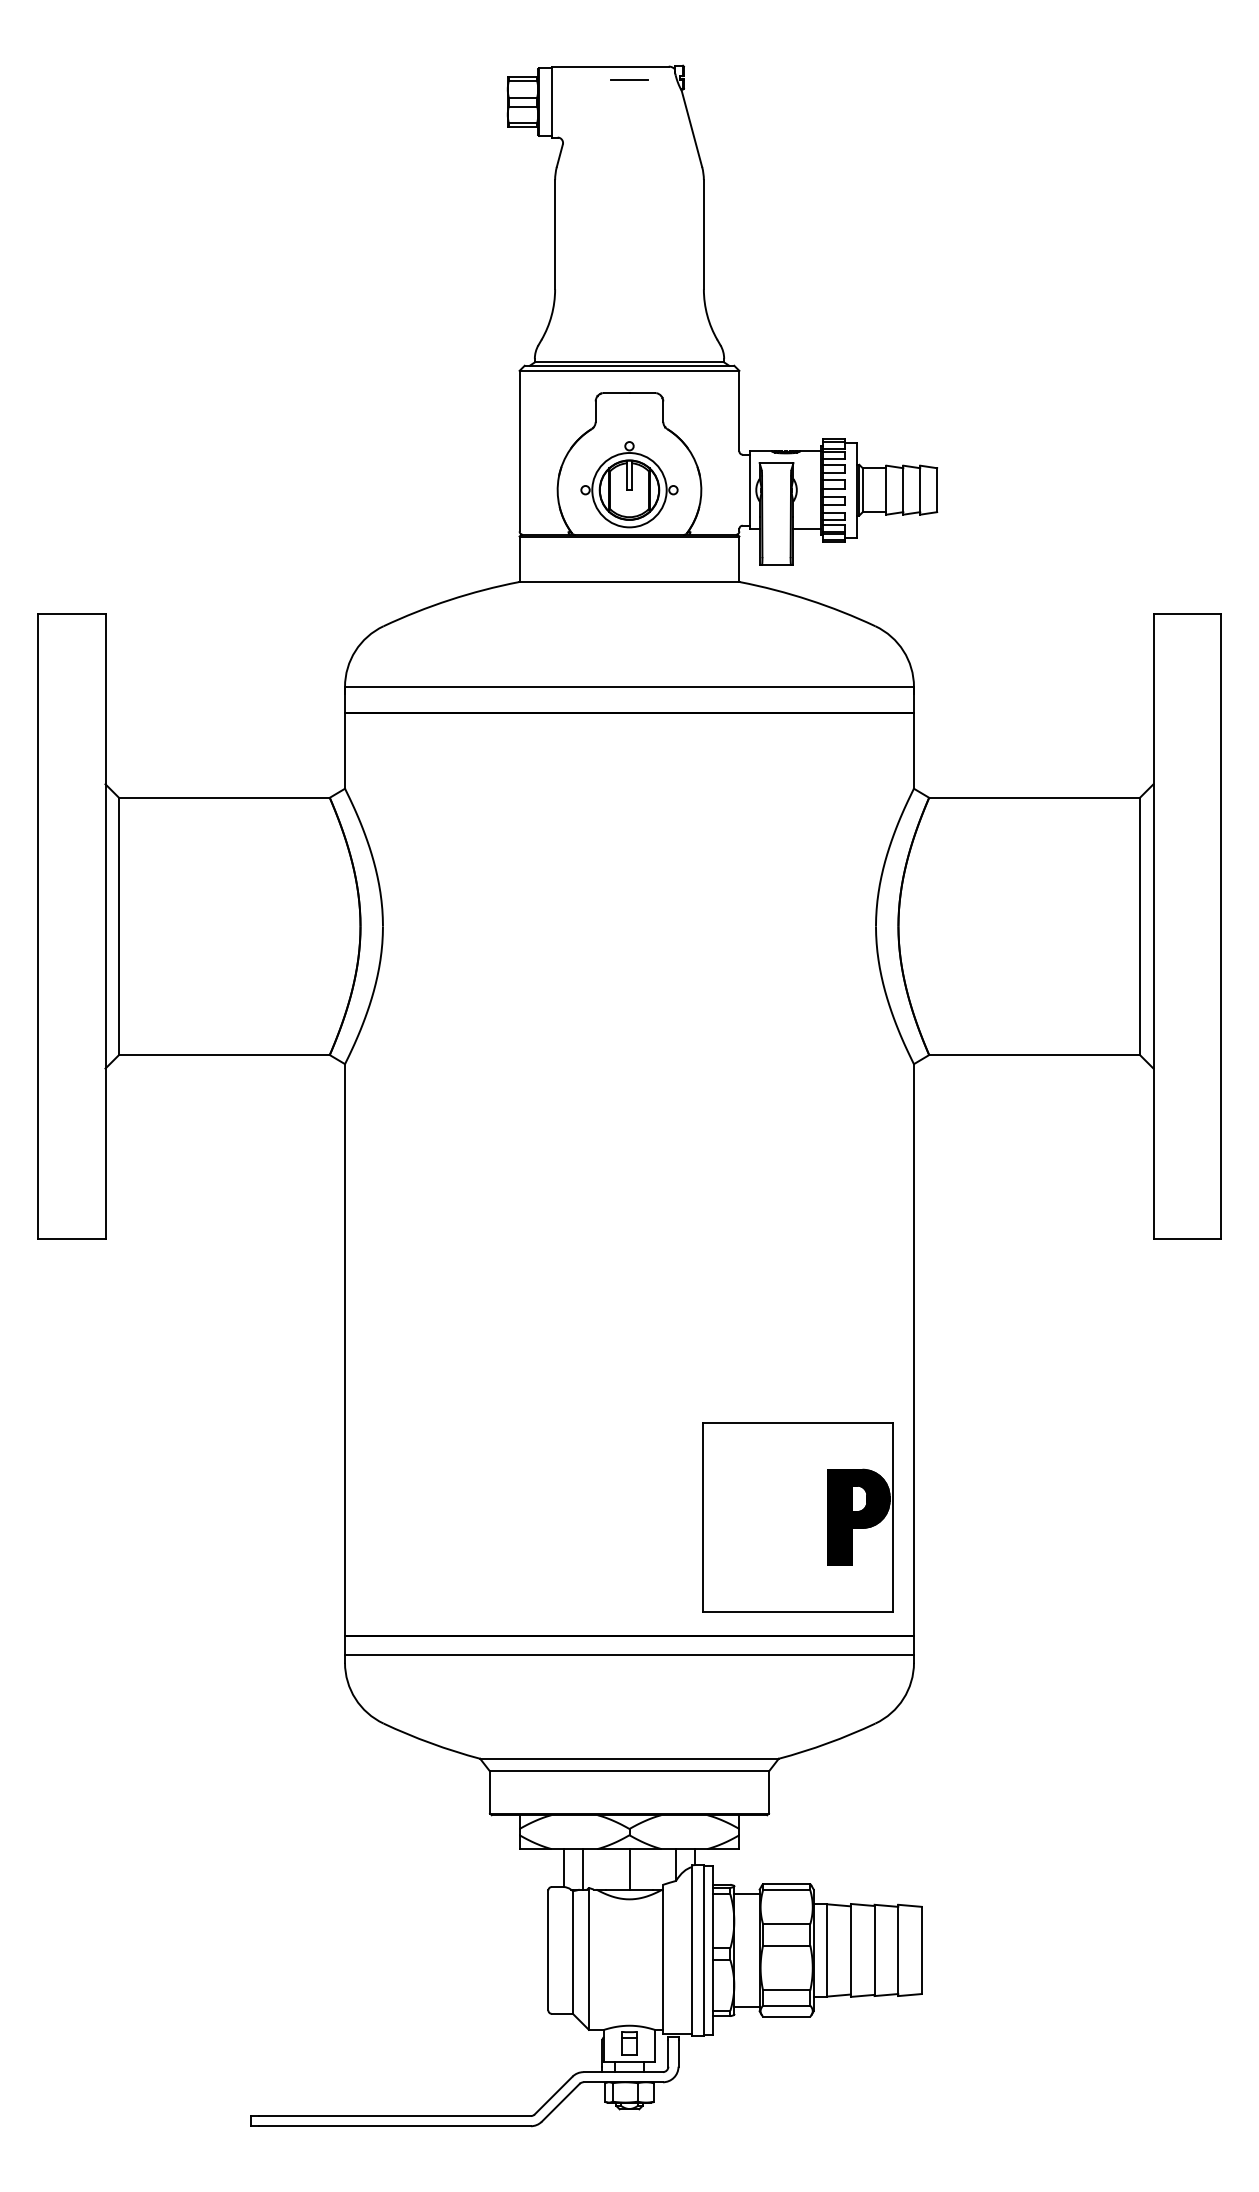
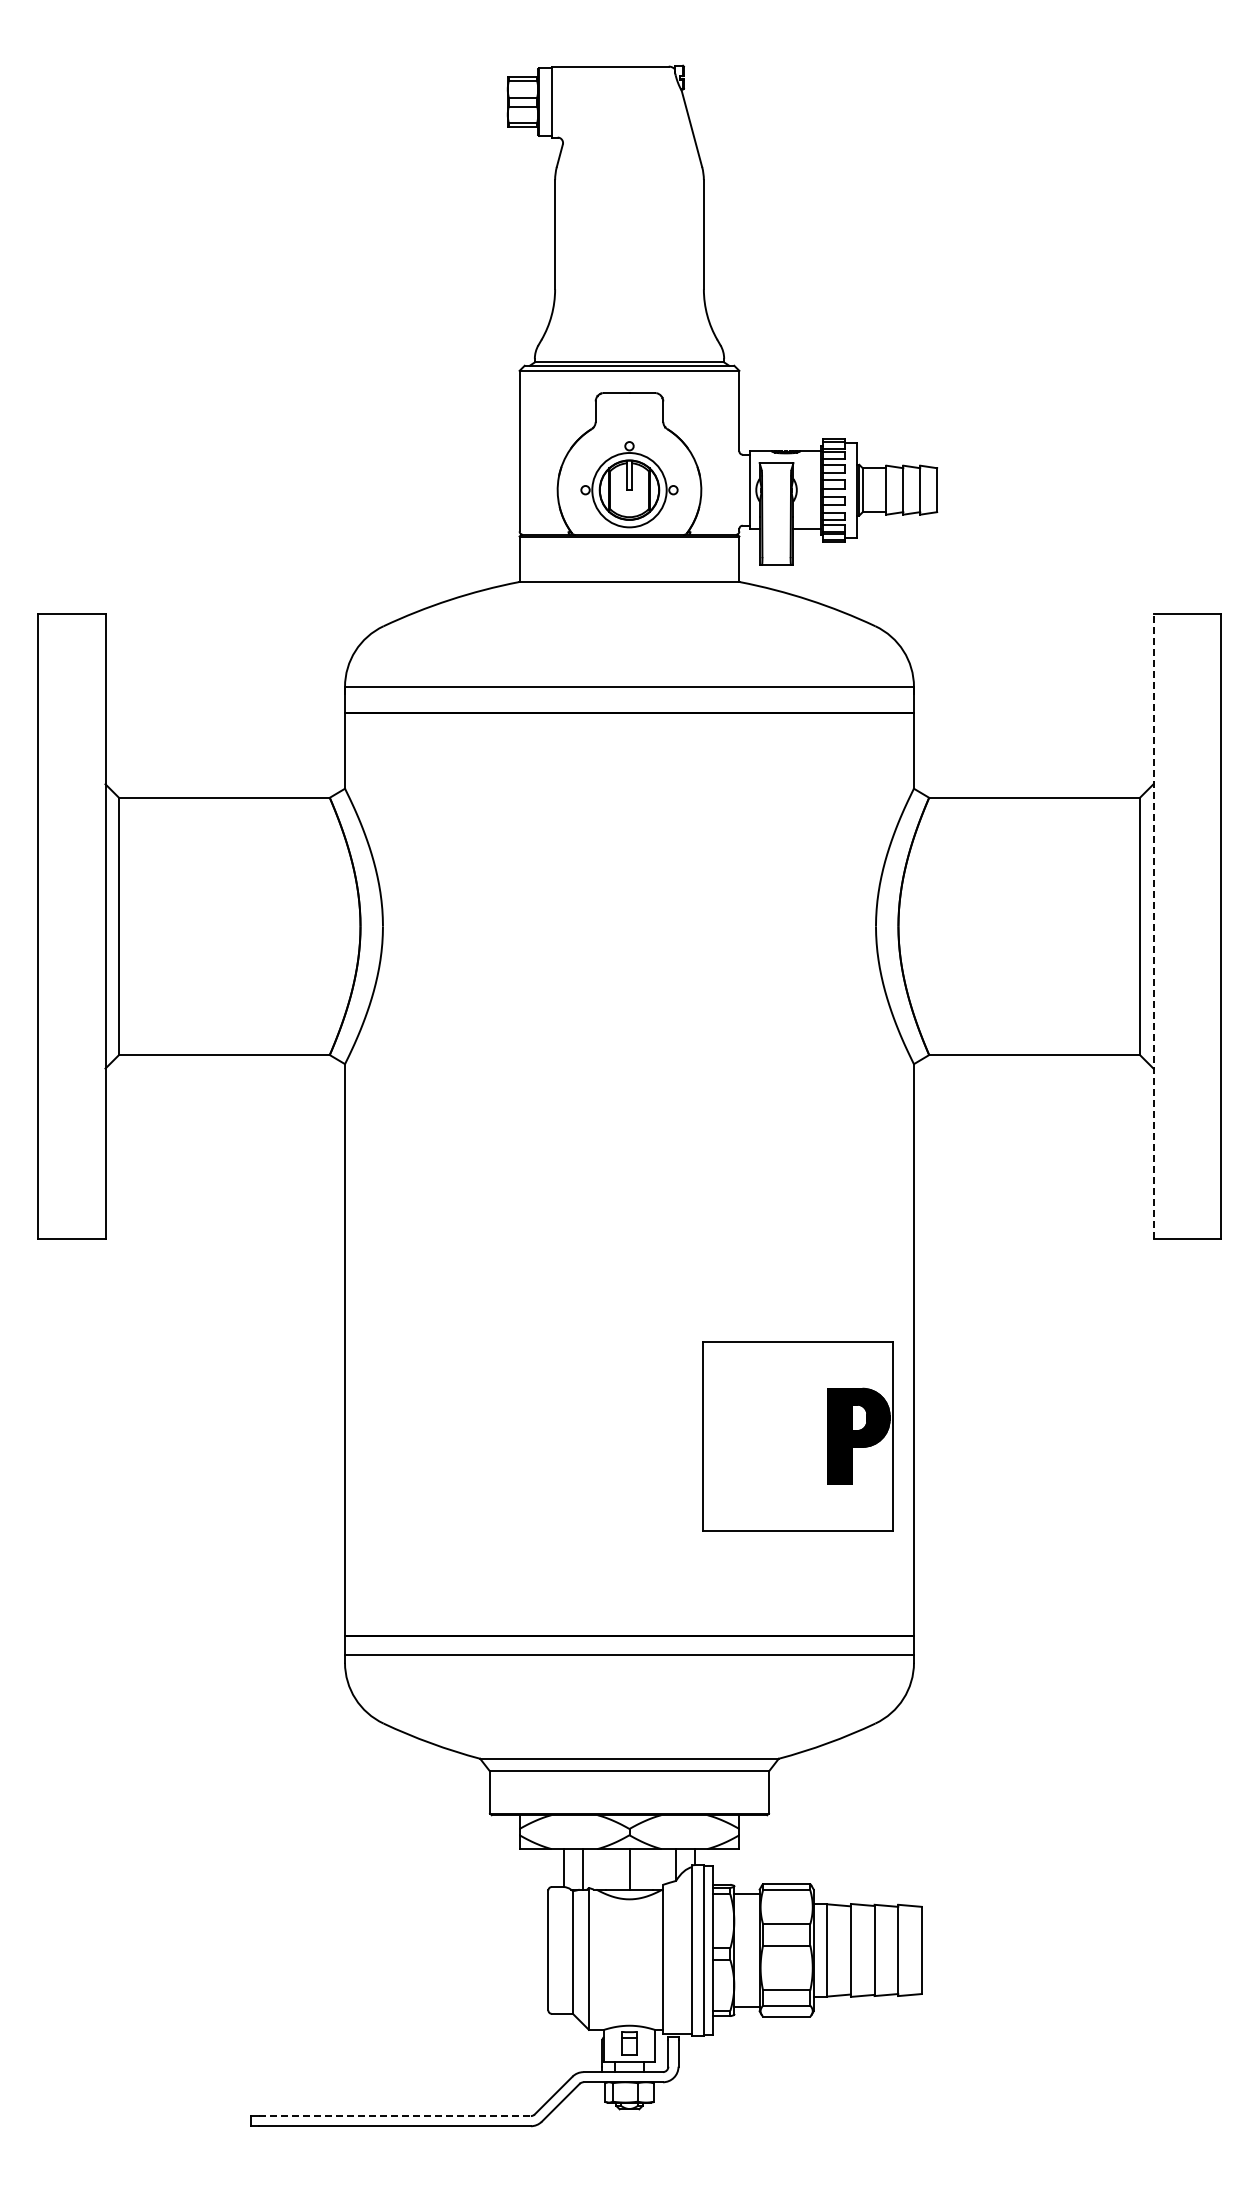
line at (629, 79): present -> none
line at (1153, 926): solid -> dashed
part at (797, 1517) position: (797, 1517) -> (797, 1436)
line at (395, 2116): solid -> dashed
